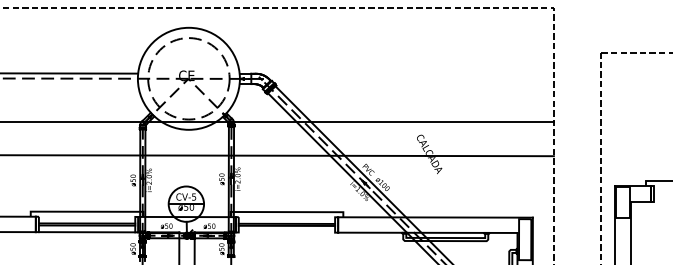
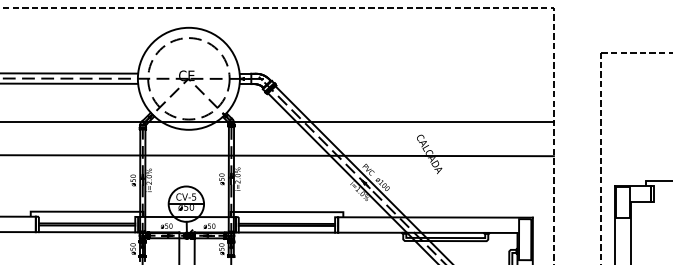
line at (69, 83): none -> present
line at (286, 232): none -> present
